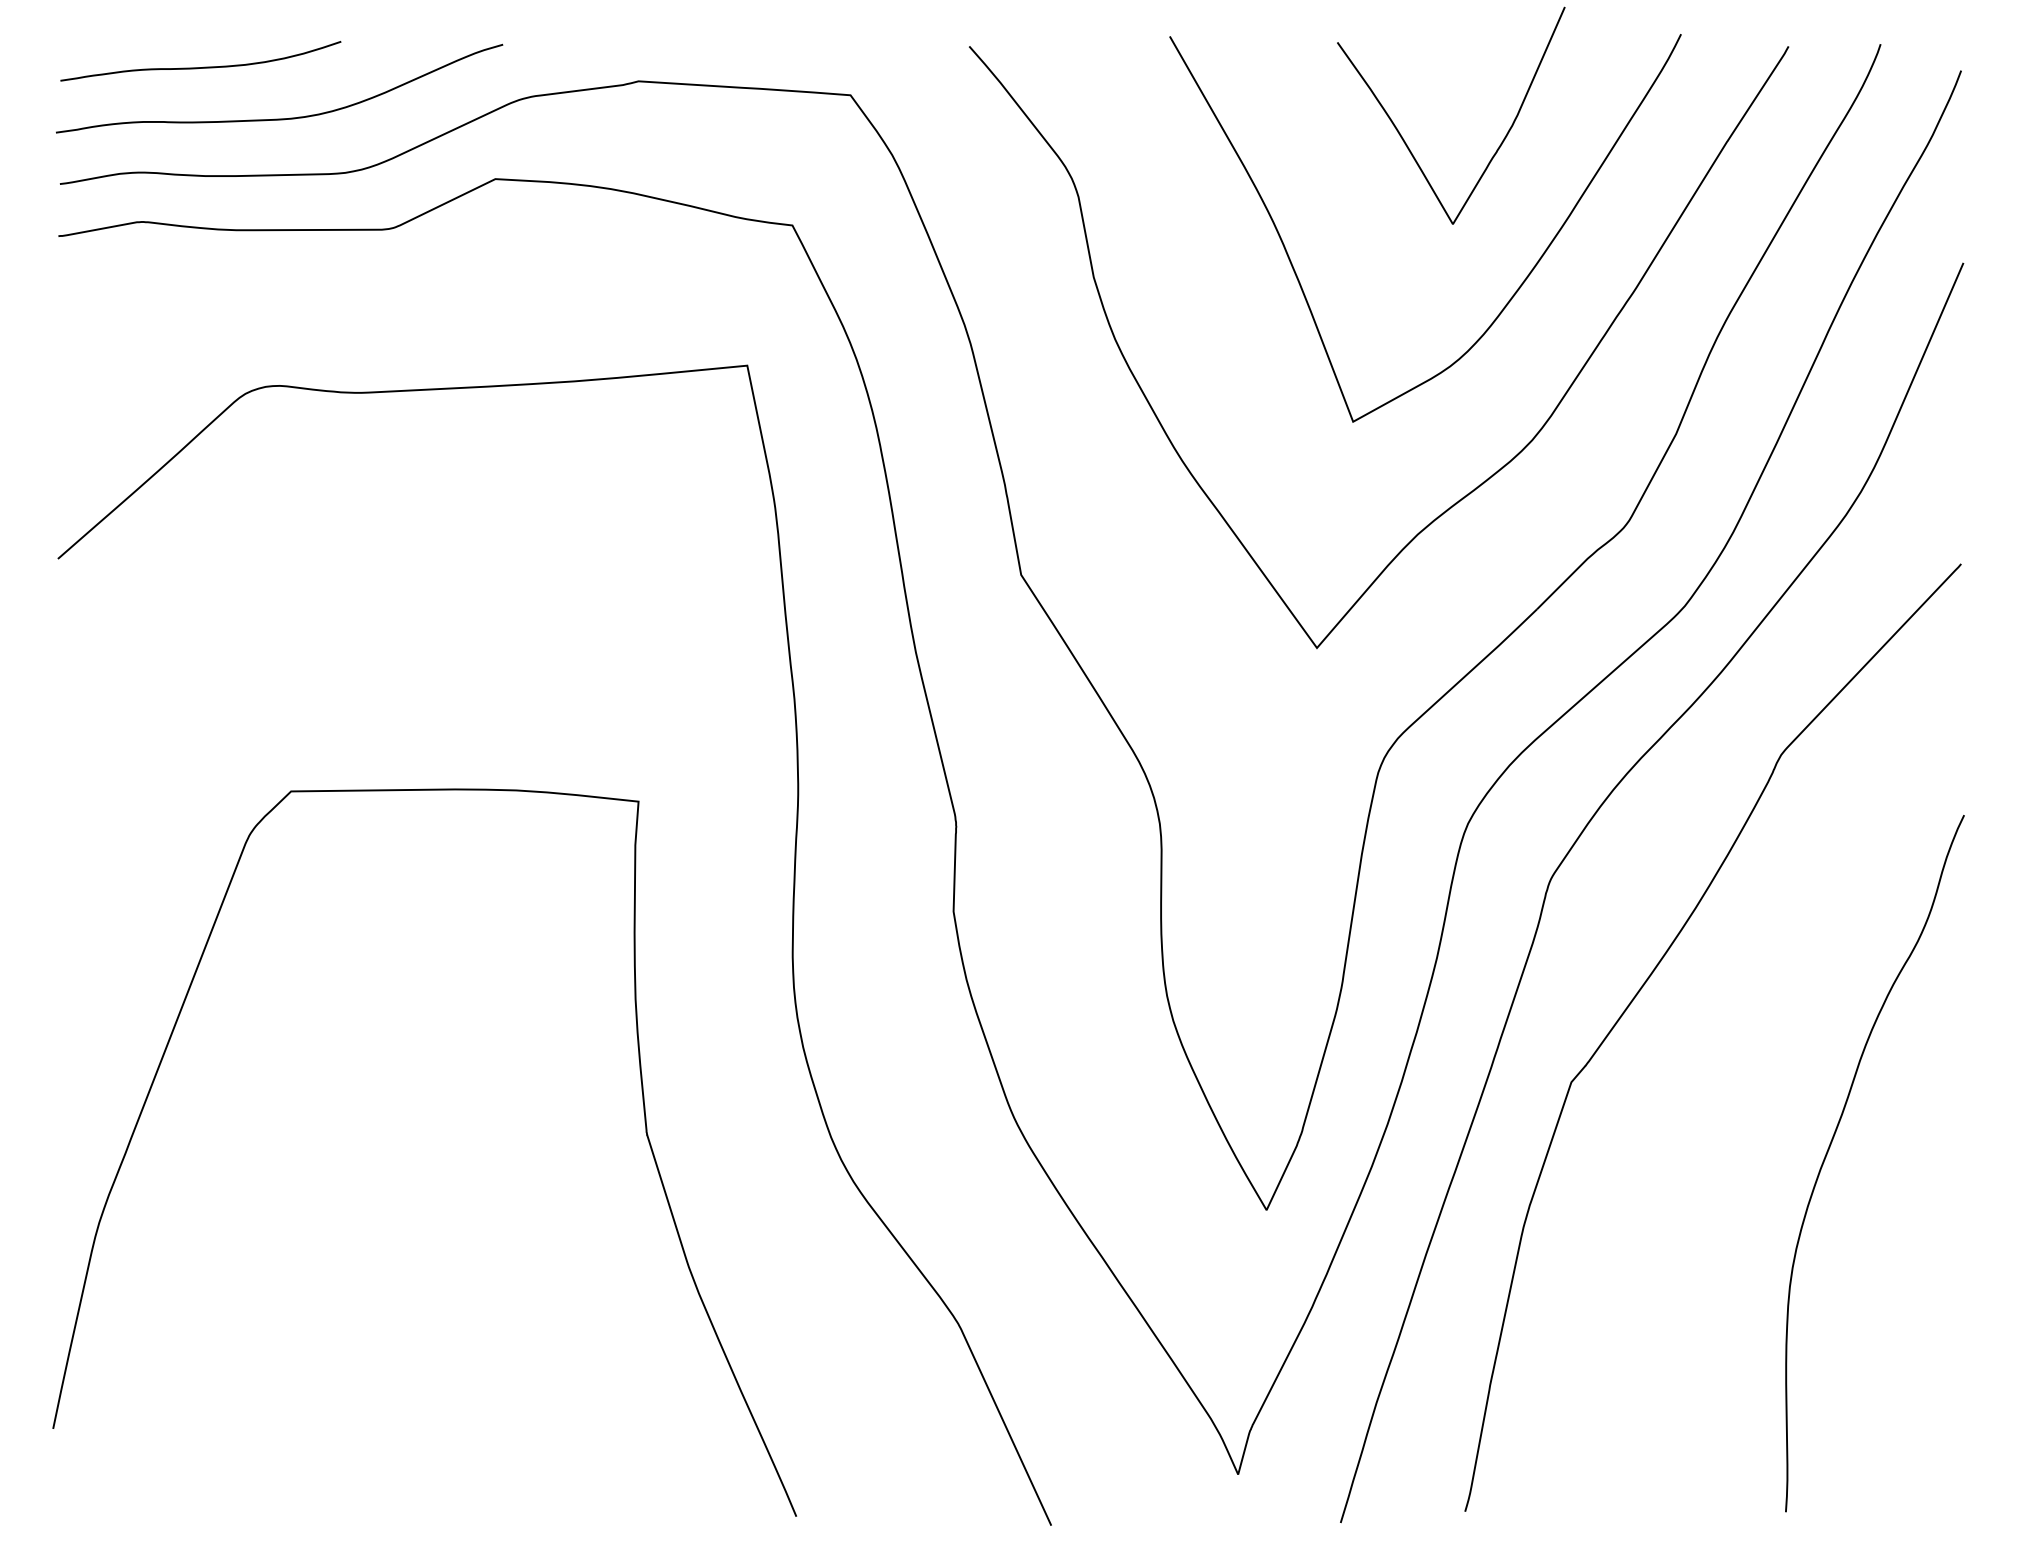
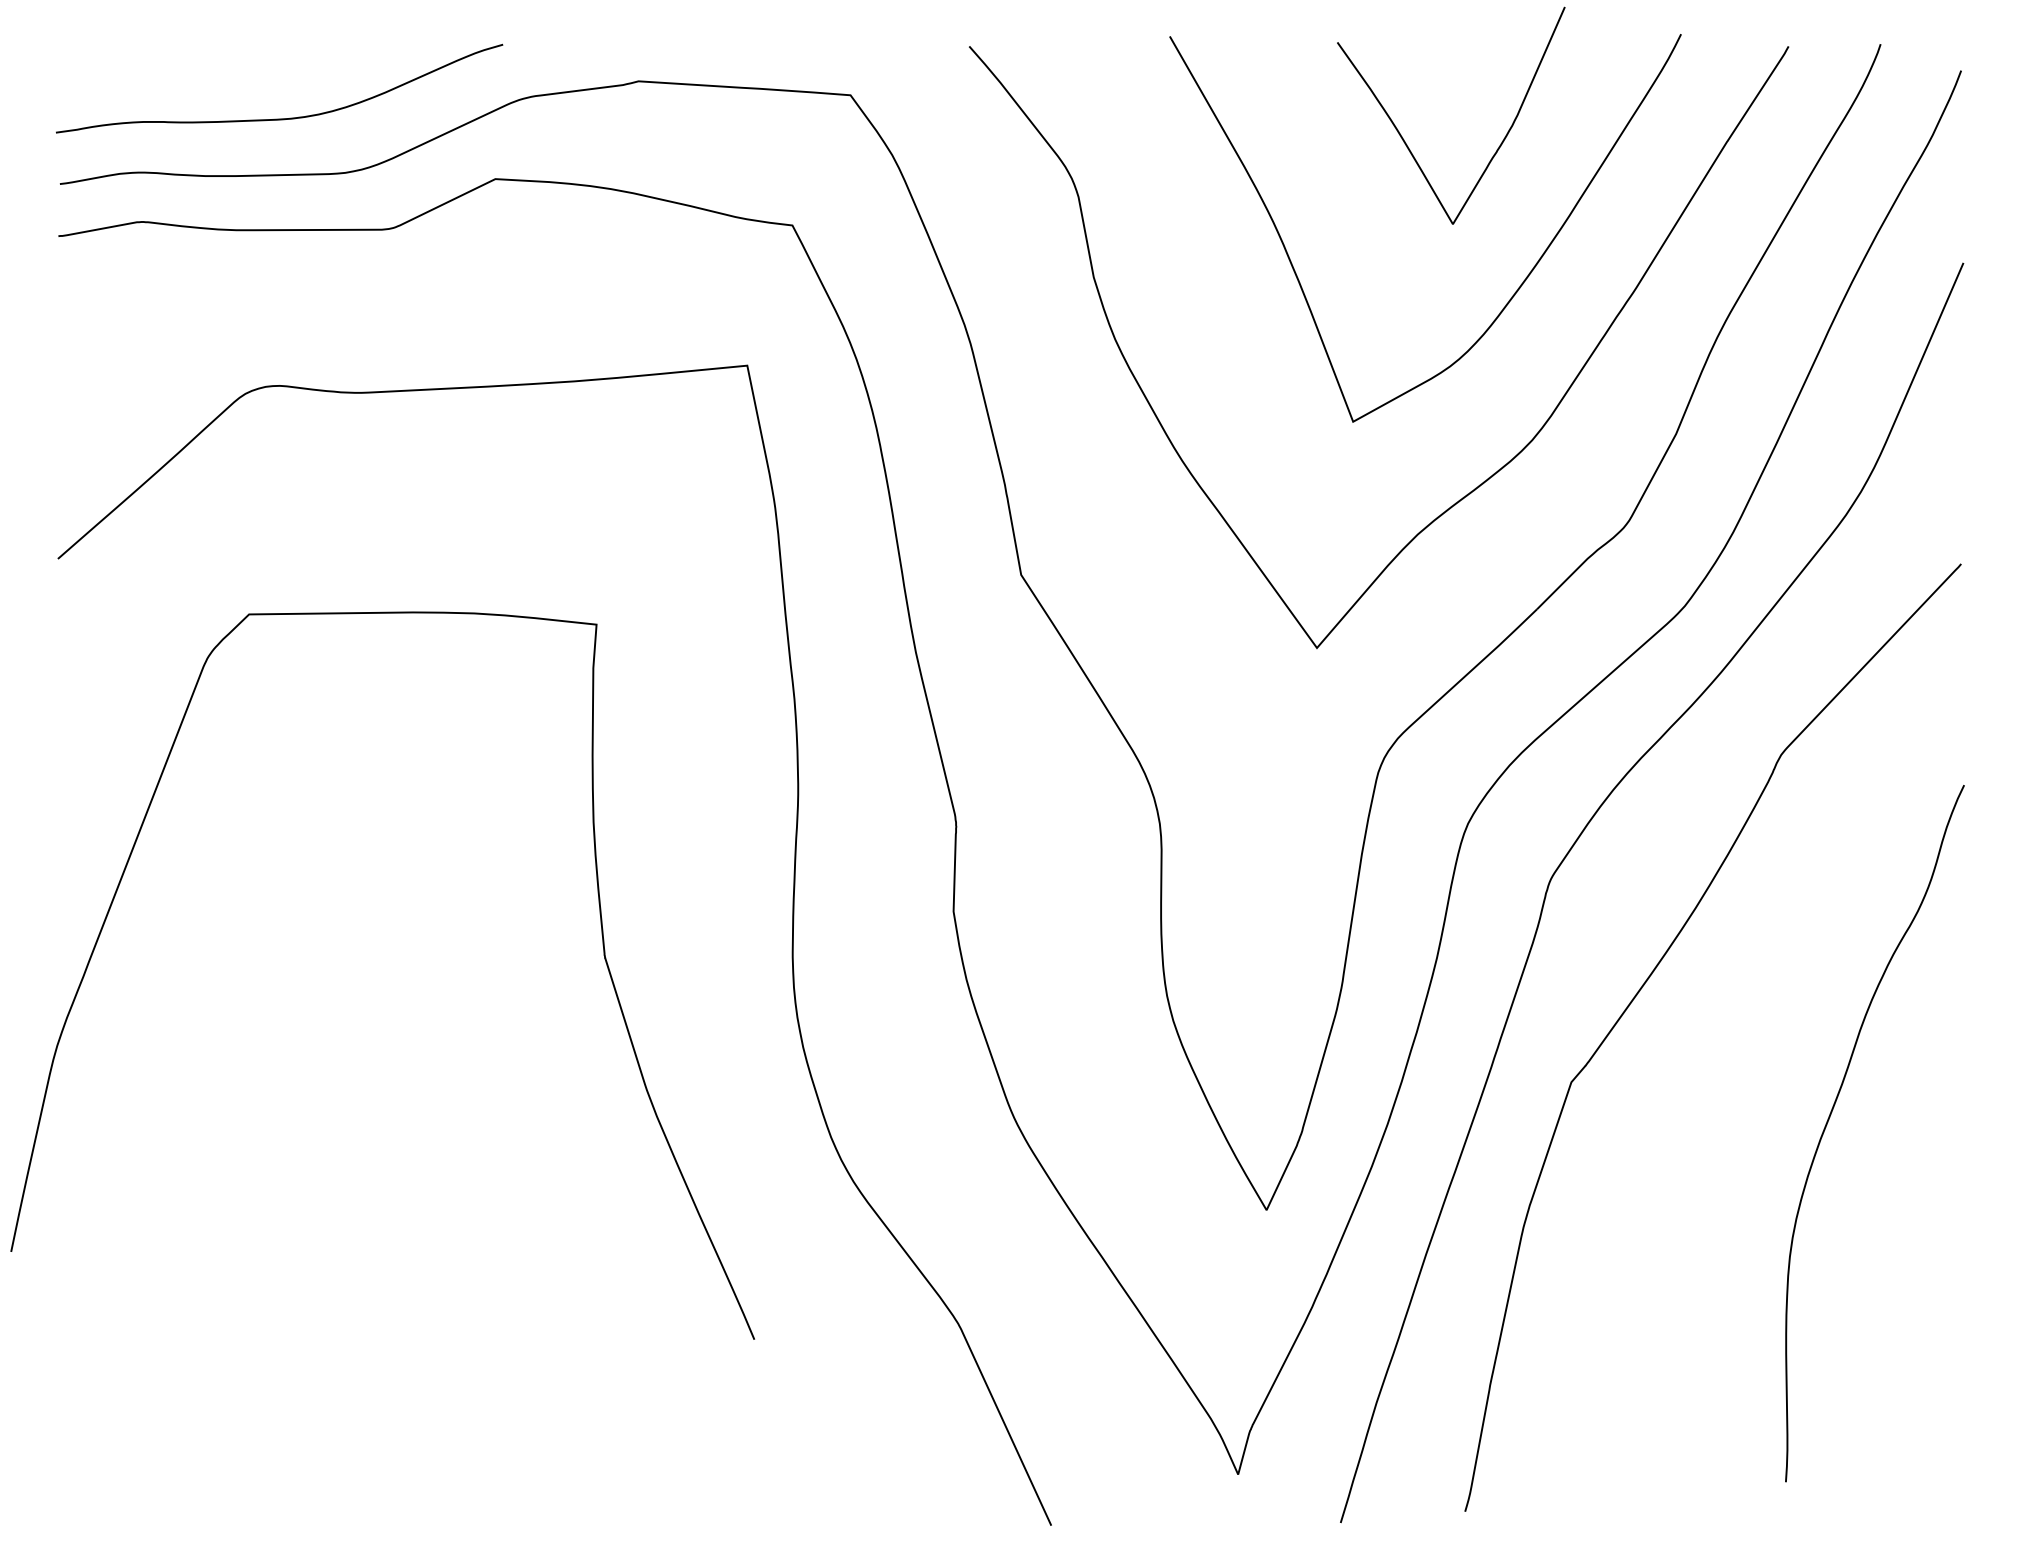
curve at (200, 67): present -> none
curve at (645, 1132) position: (645, 1132) -> (603, 955)
curve at (1830, 1147) position: (1830, 1147) -> (1830, 1117)
